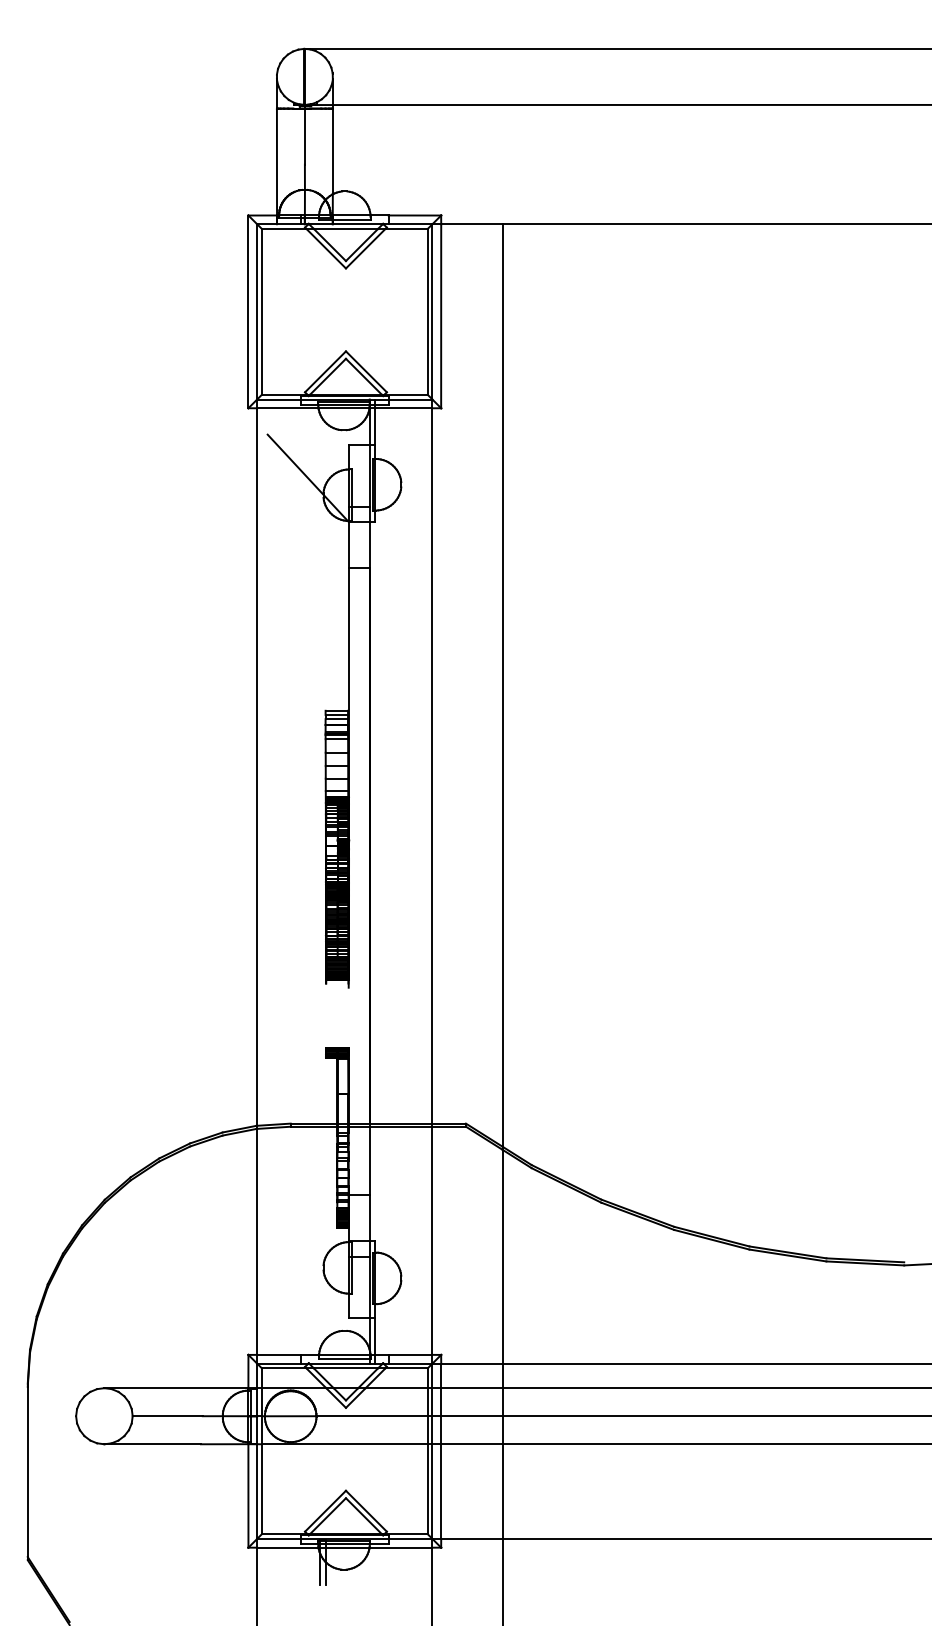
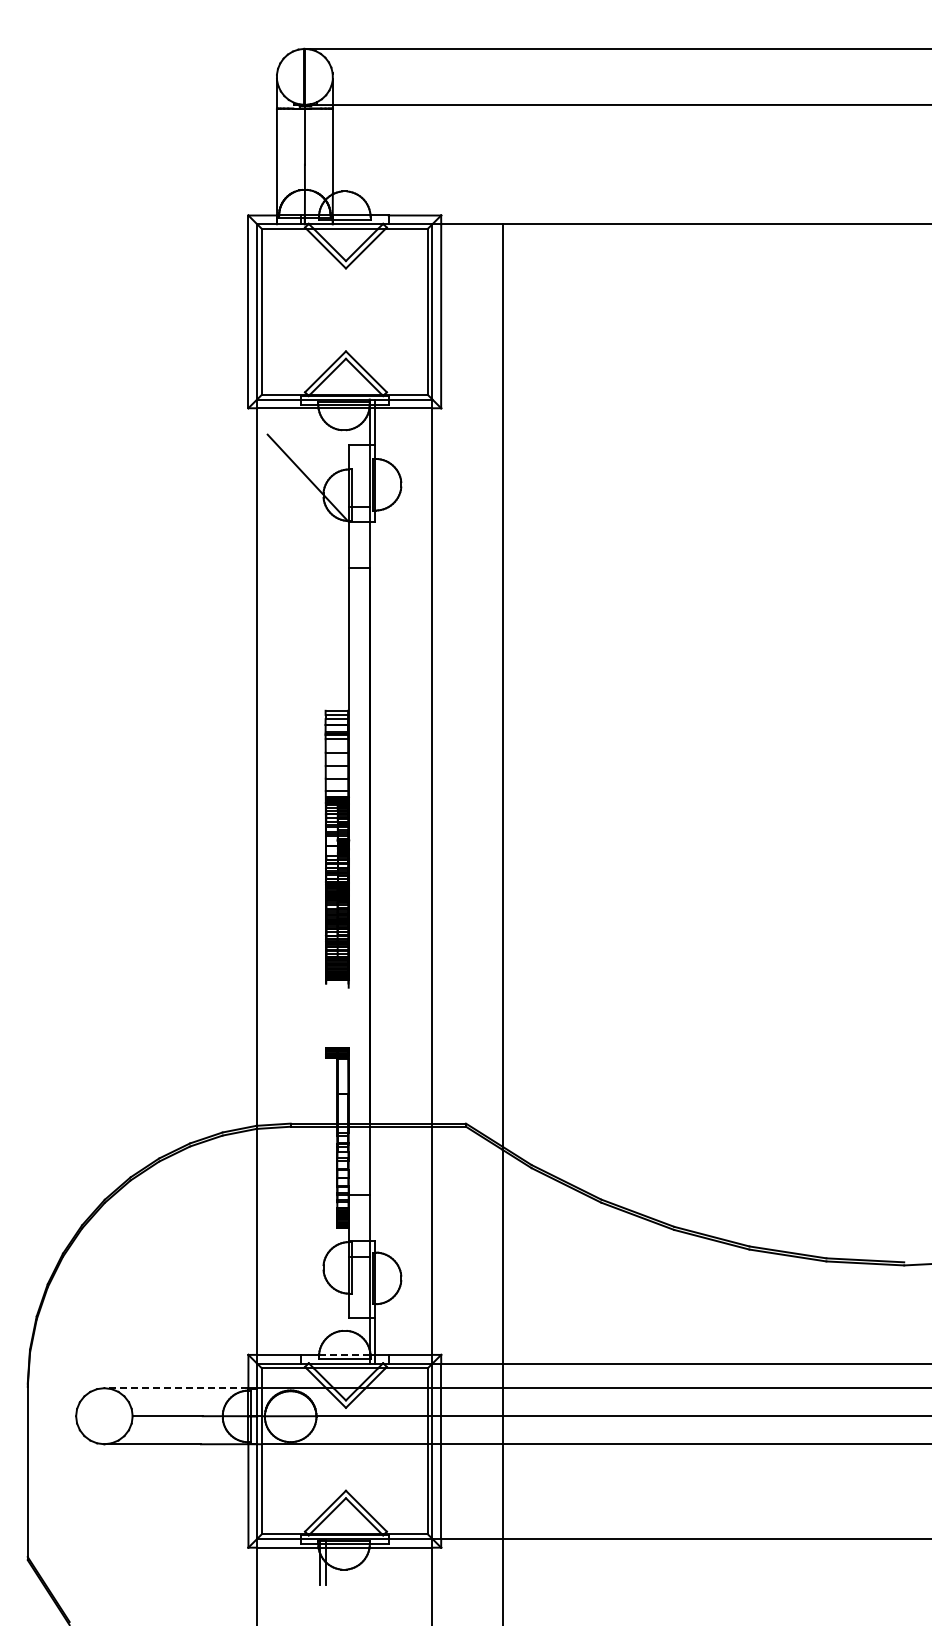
line at (343, 1354): solid -> dashed
line at (176, 1388): solid -> dashed
